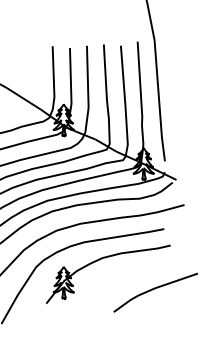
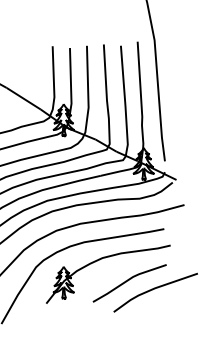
line at (128, 281): none -> present
